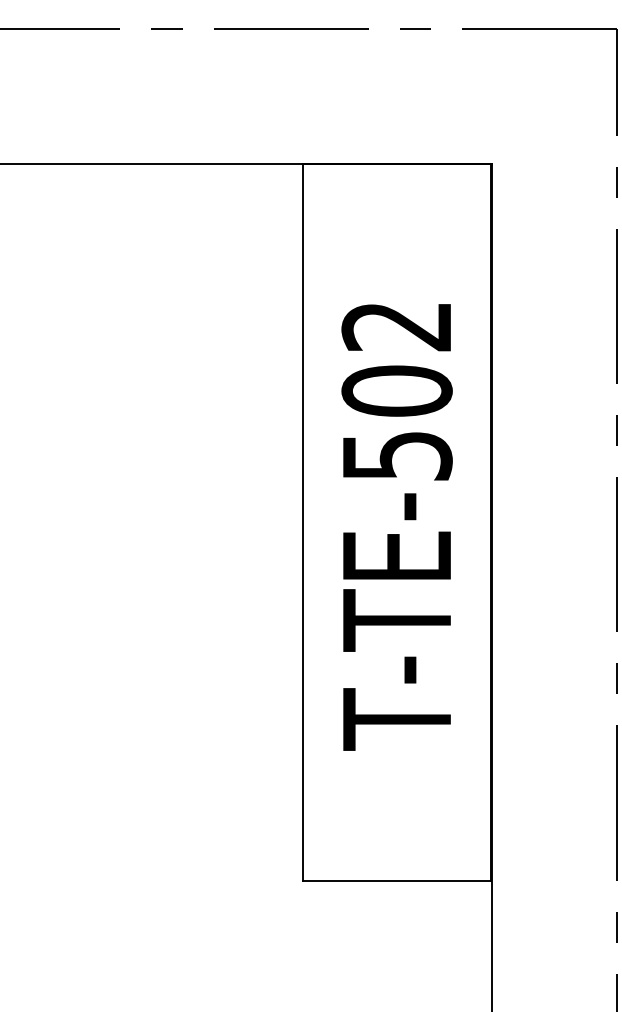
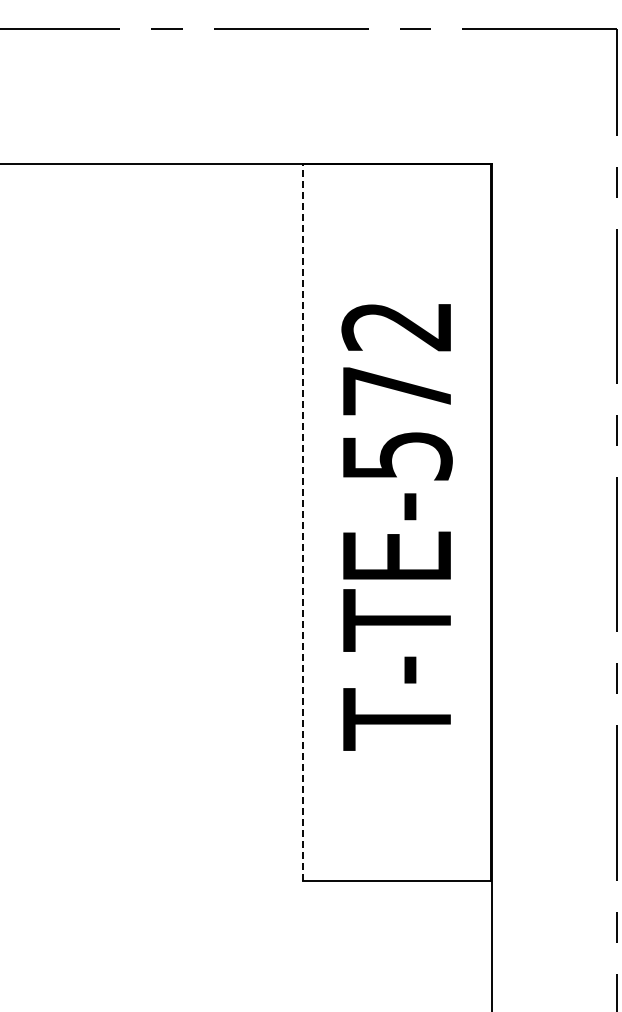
text at (396, 390): T-TE-502 -> T-TE-572
line at (303, 521): solid -> dashed
